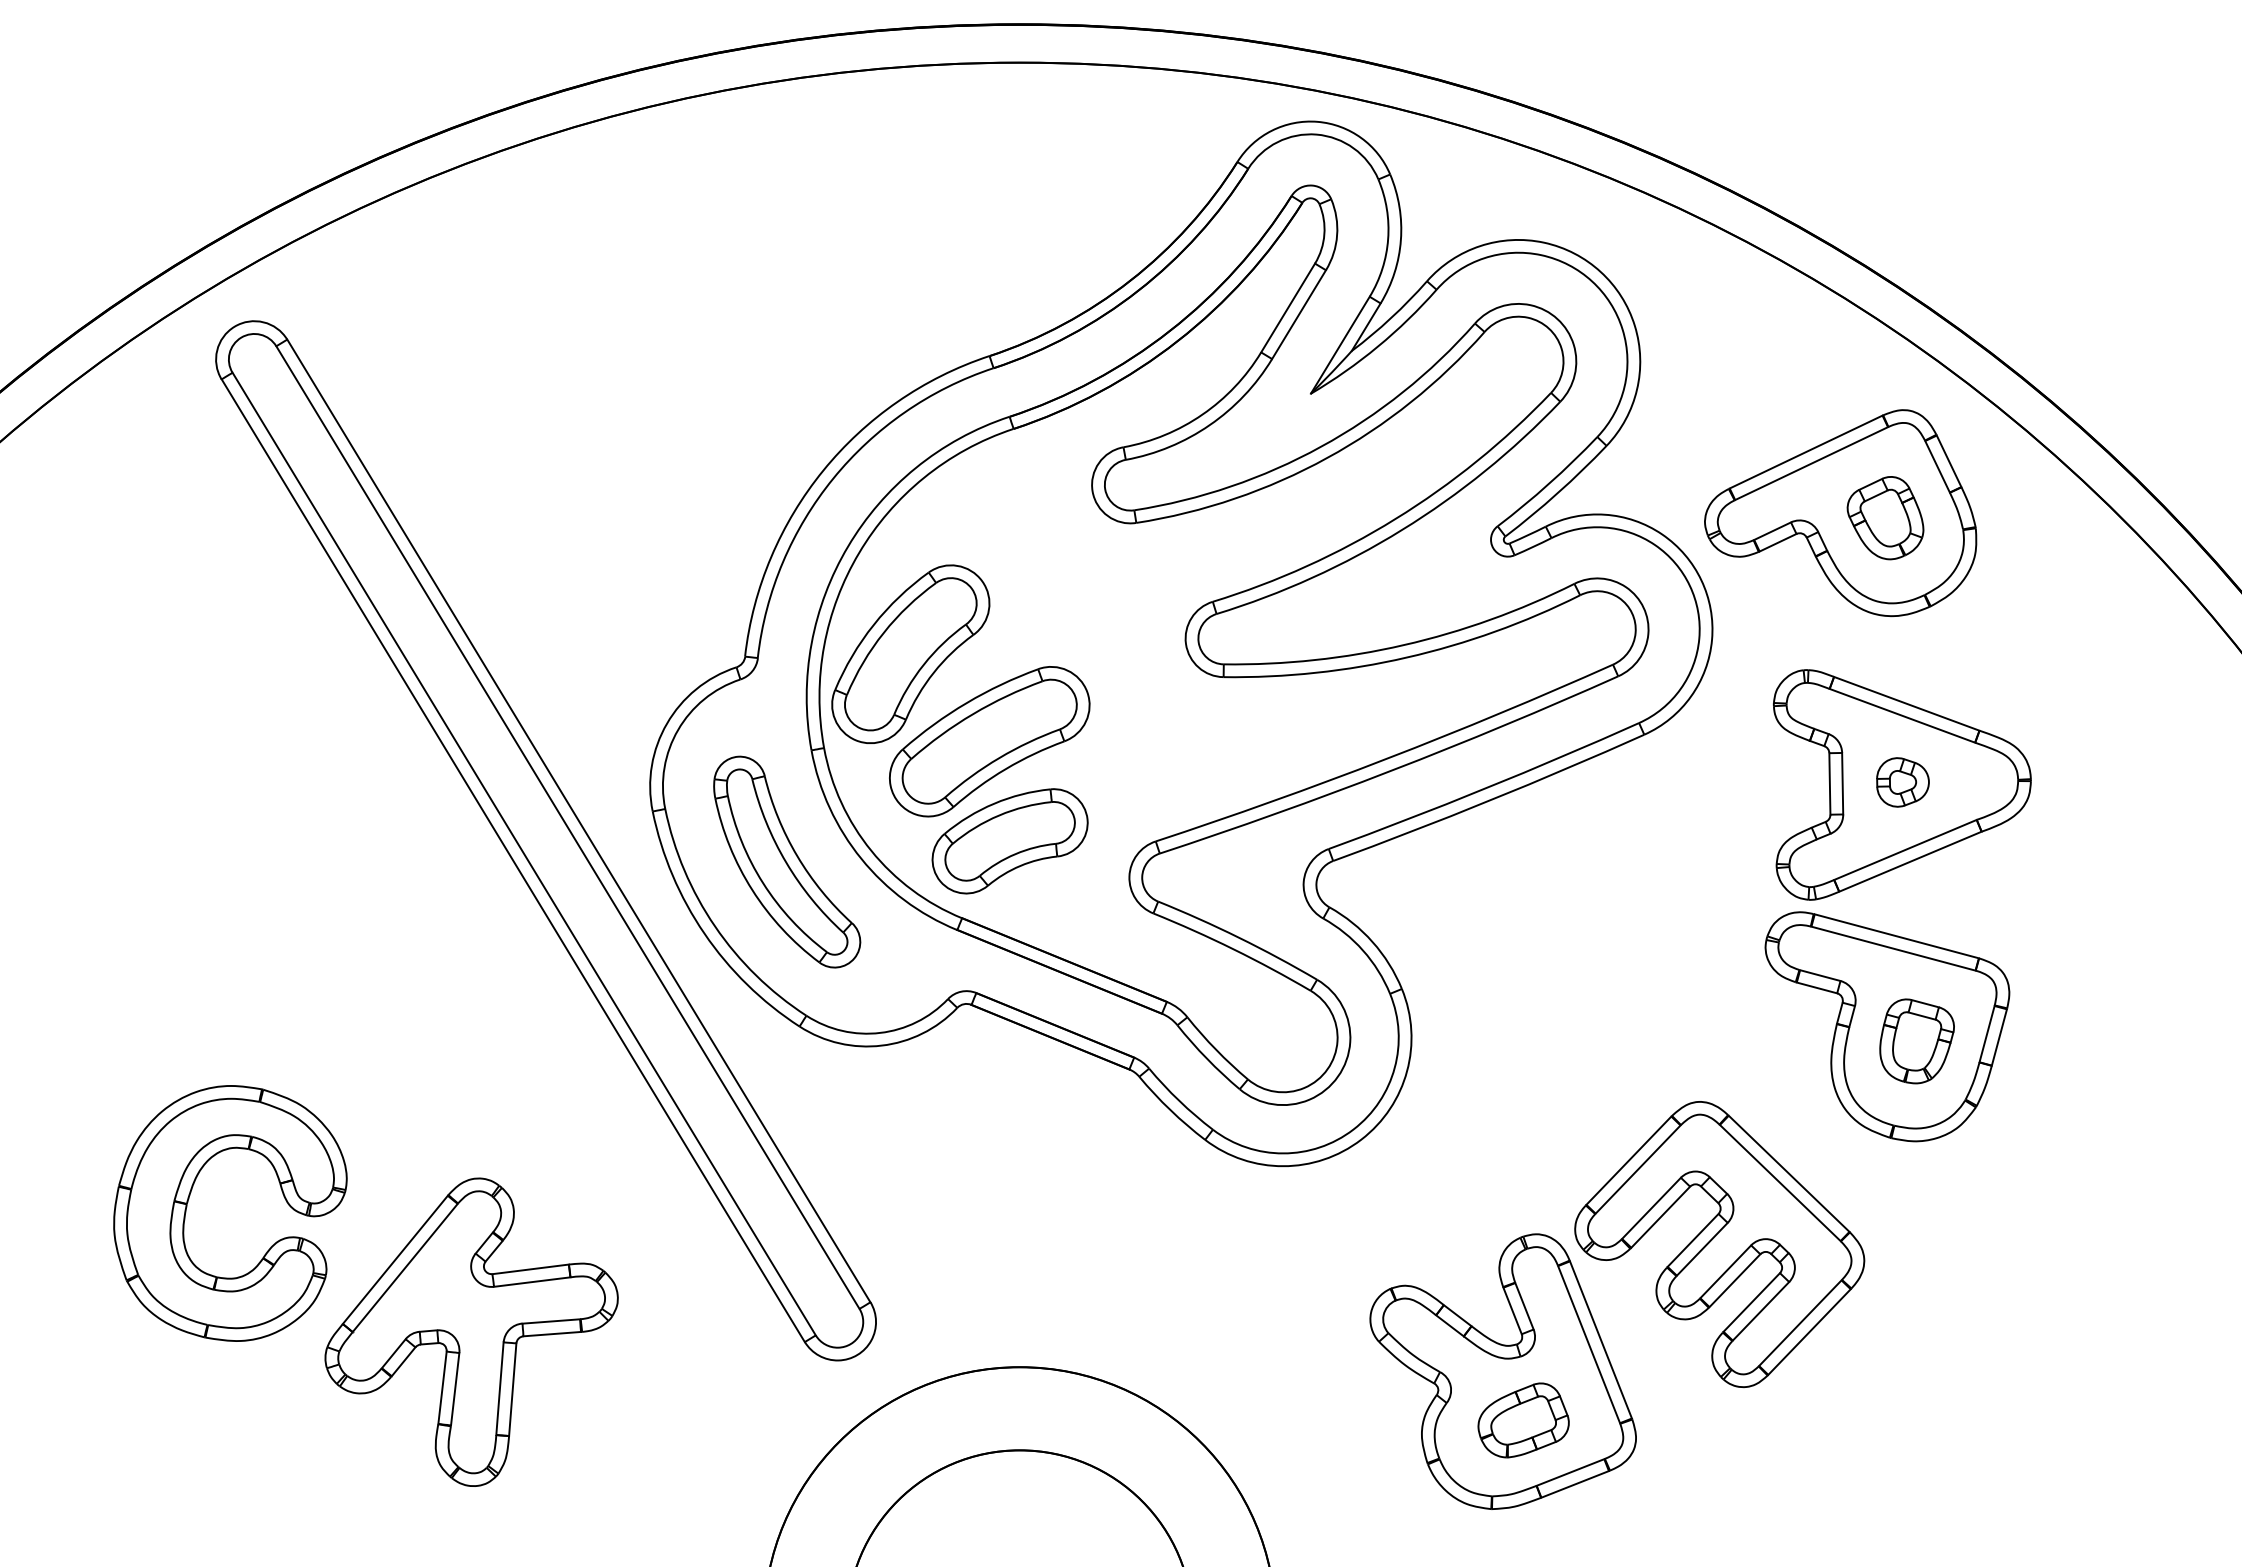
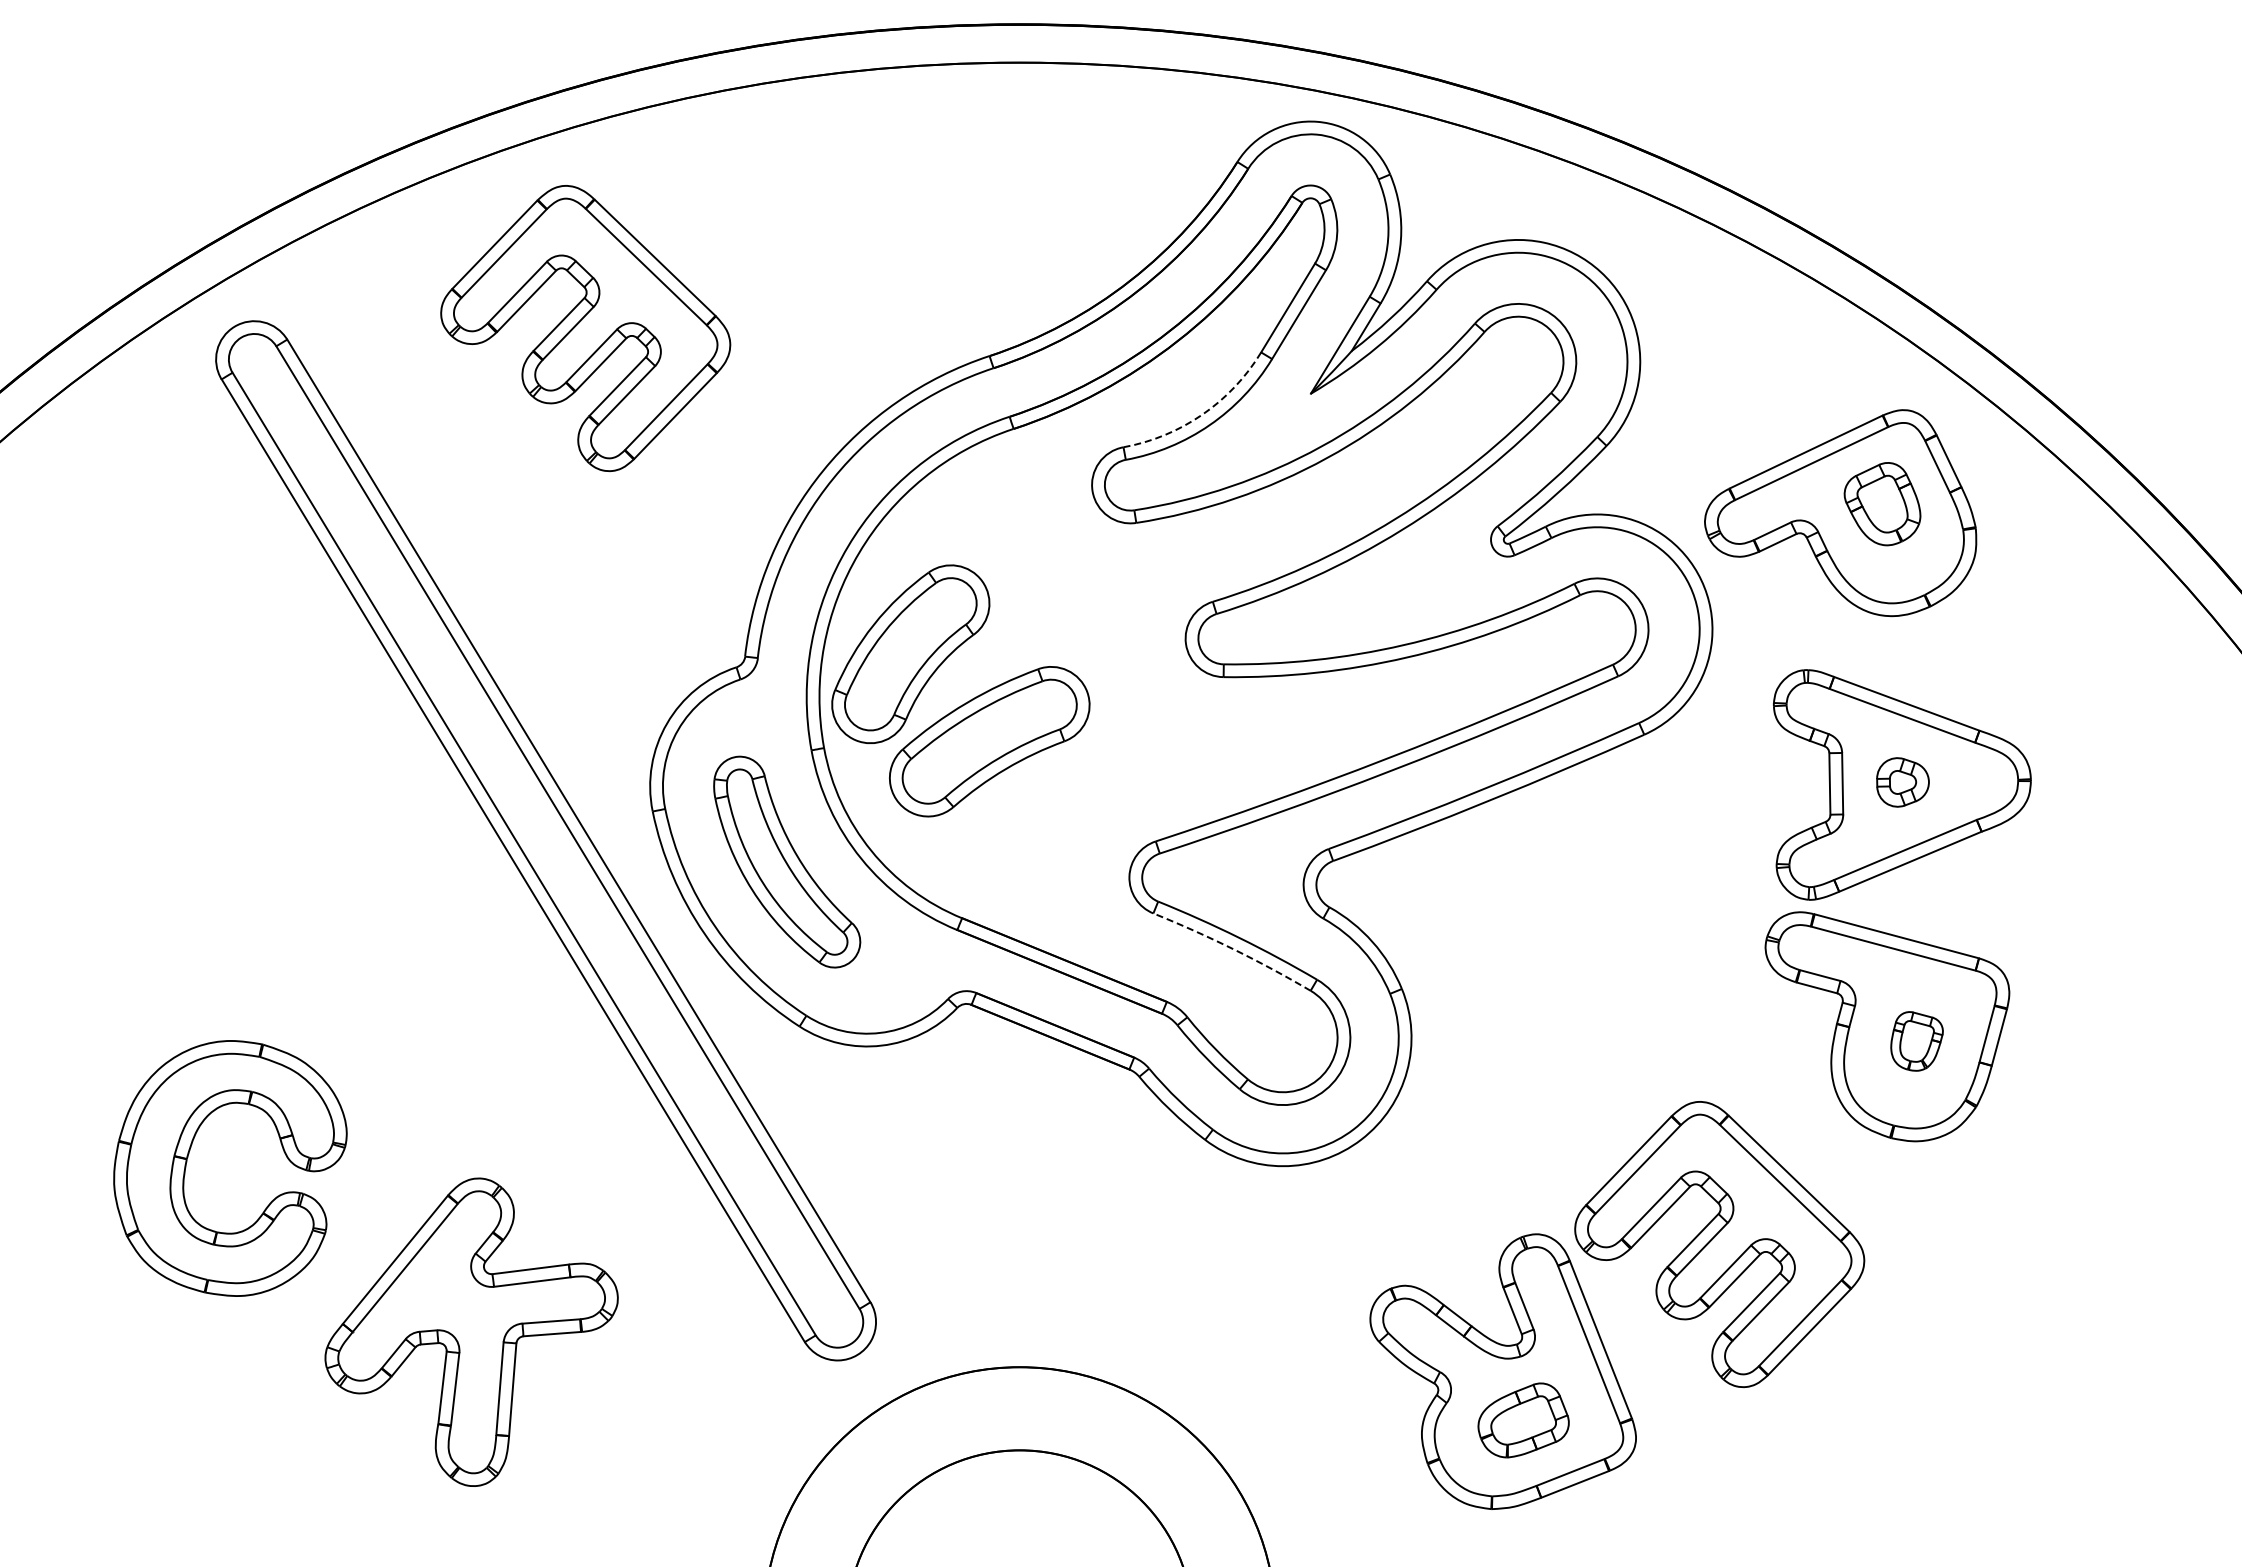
part at (585, 328): none -> present
arc at (1202, 414): solid -> dashed
part at (1885, 518) position: (1885, 518) -> (1882, 504)
part at (1009, 841): present -> none
arc at (1233, 949): solid -> dashed
part at (1916, 1041) size: 76x87 px -> 54x61 px
part at (189, 1199) position: (189, 1199) -> (189, 1154)
